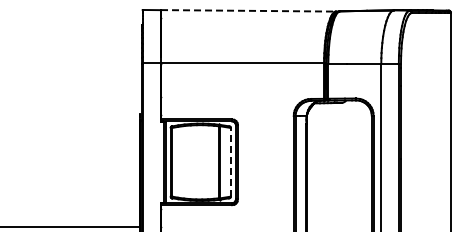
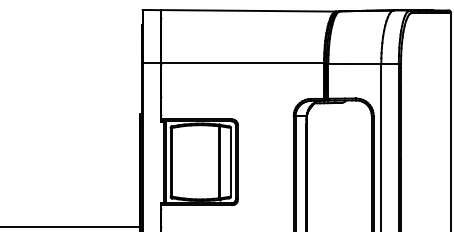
line at (248, 10): dashed -> solid
line at (230, 161): dashed -> solid
